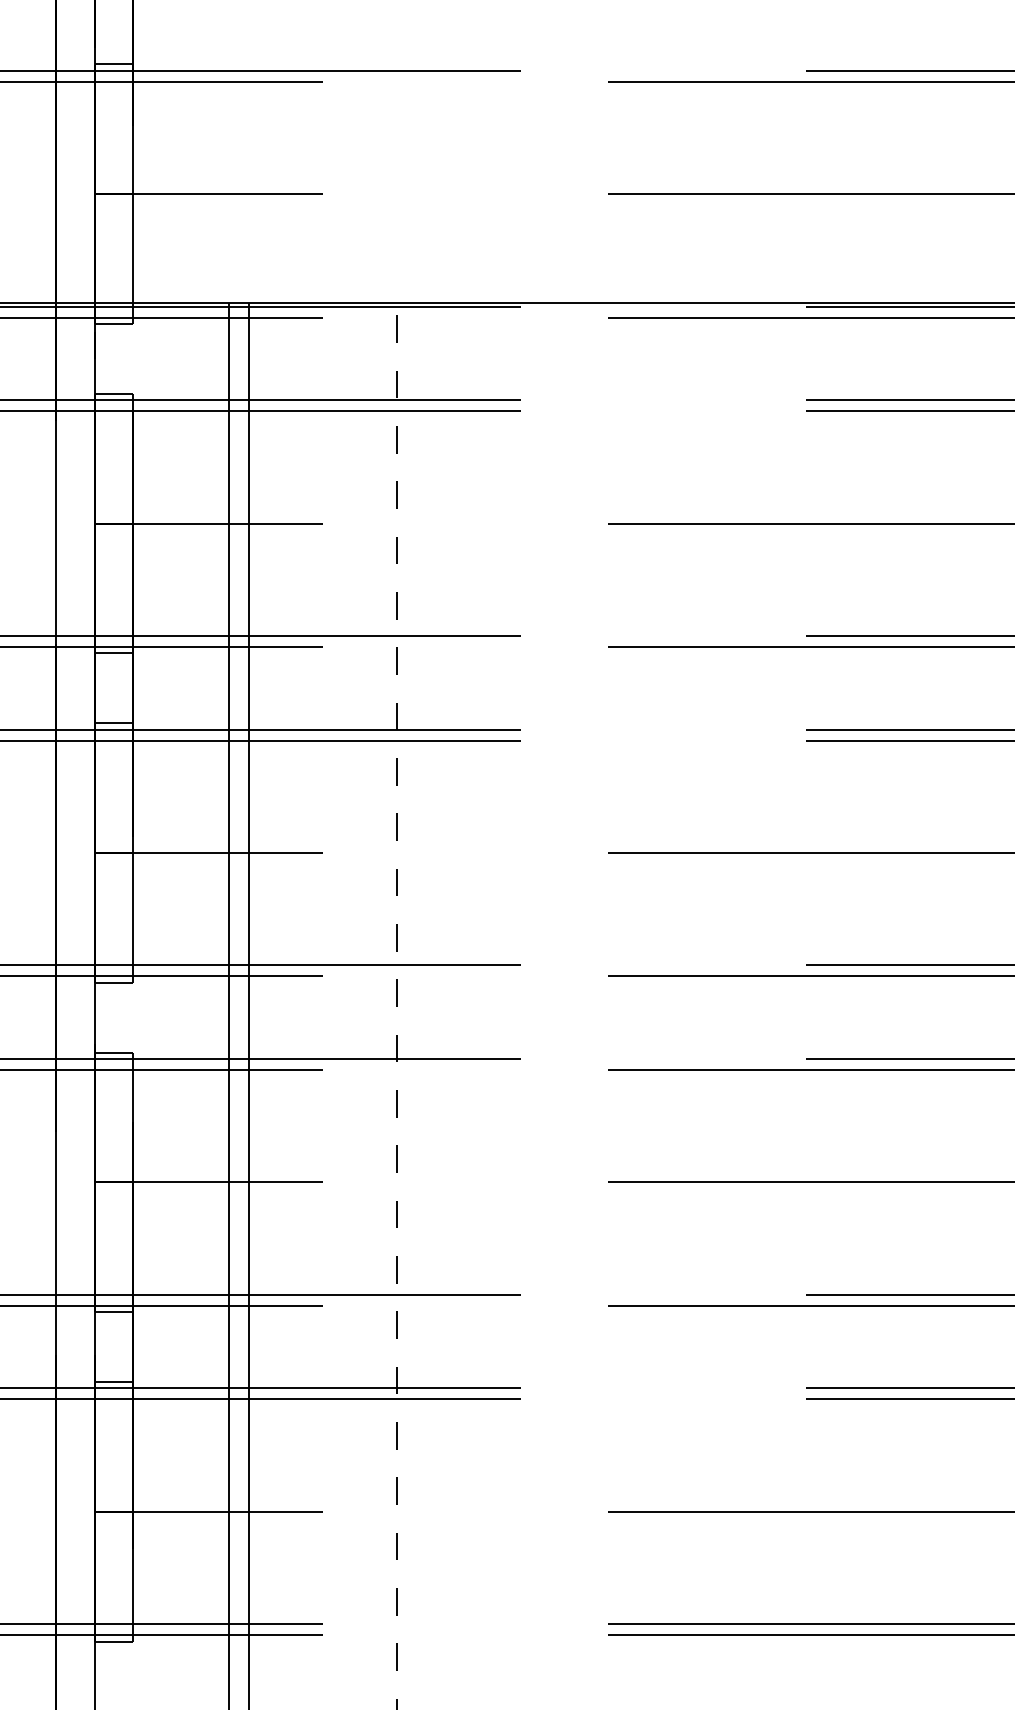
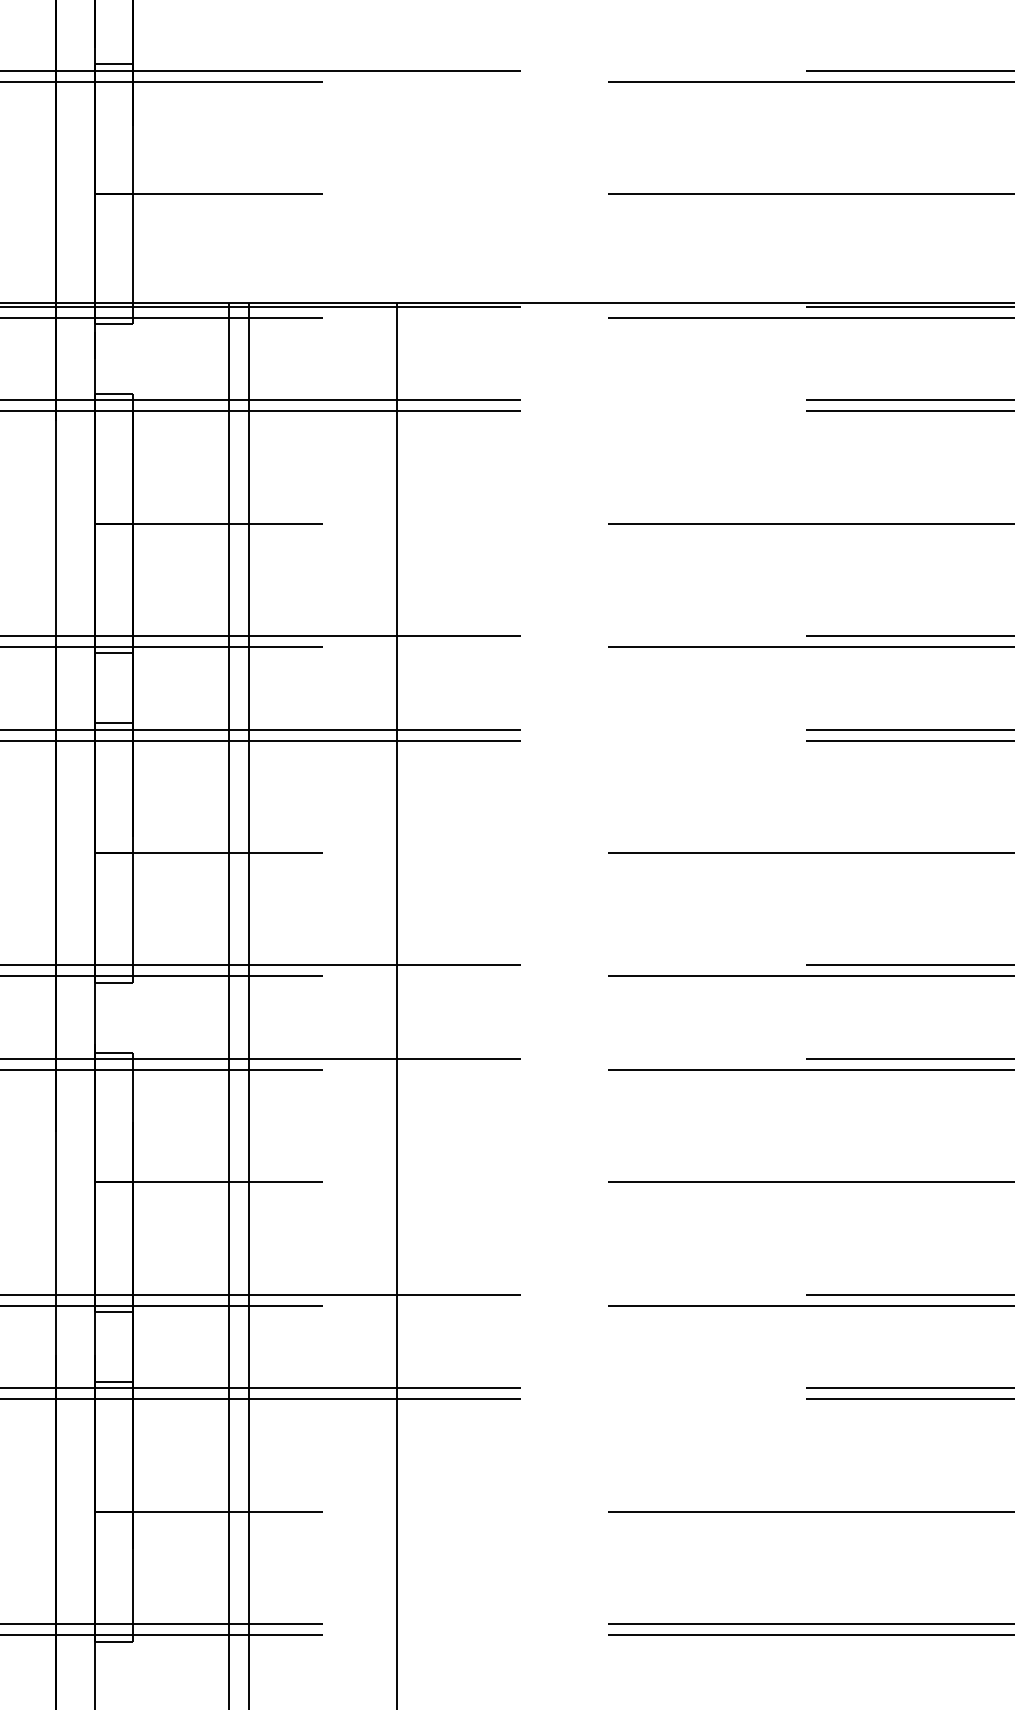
line at (397, 1006): dashed -> solid
